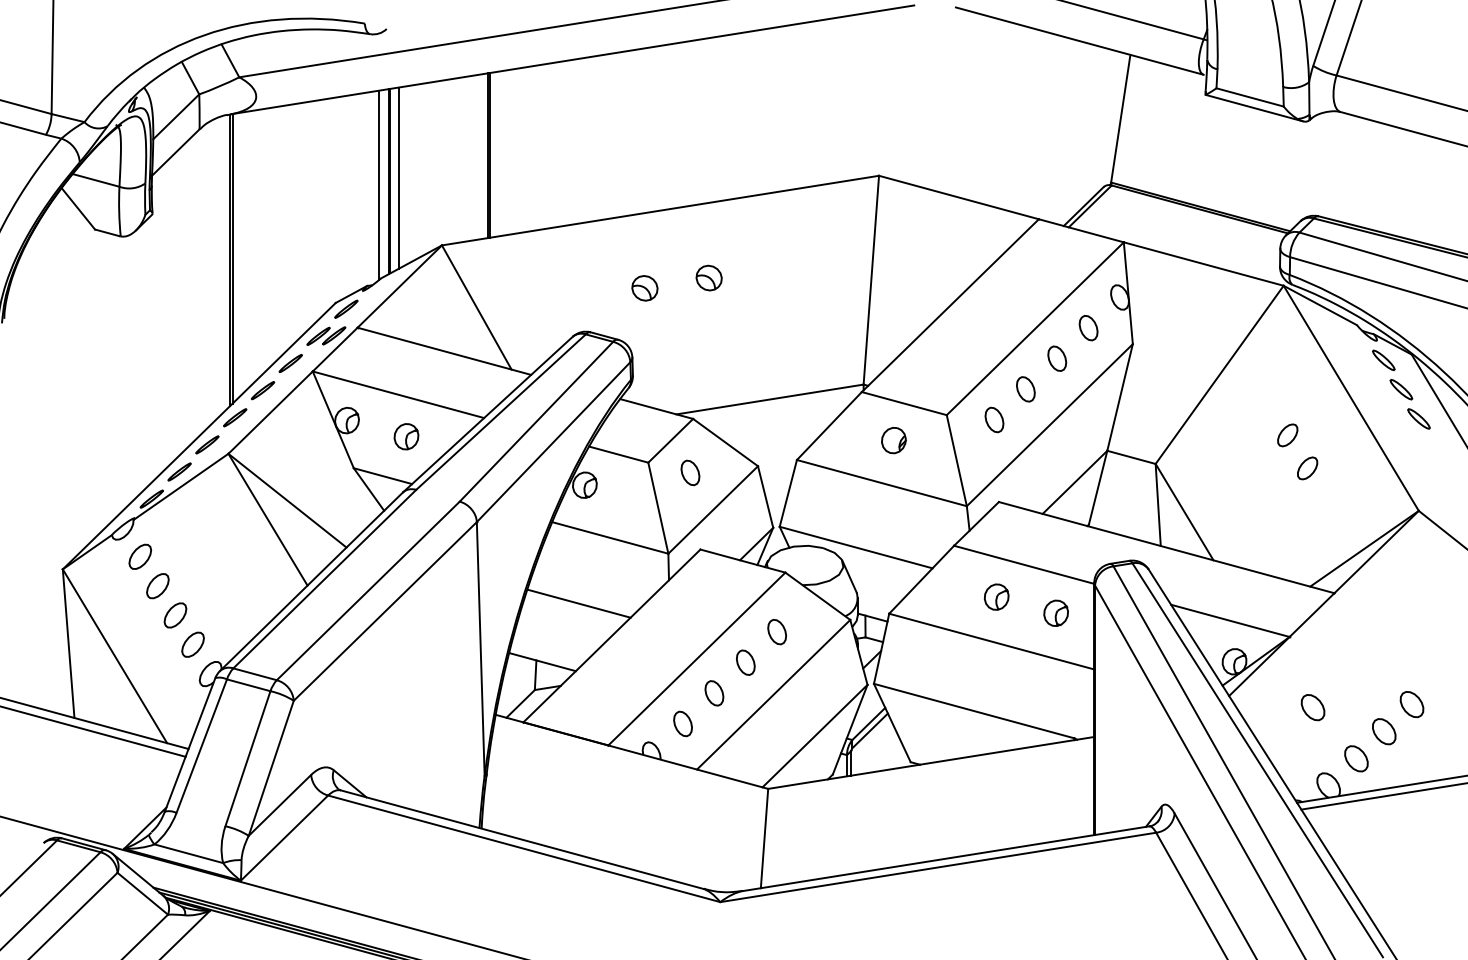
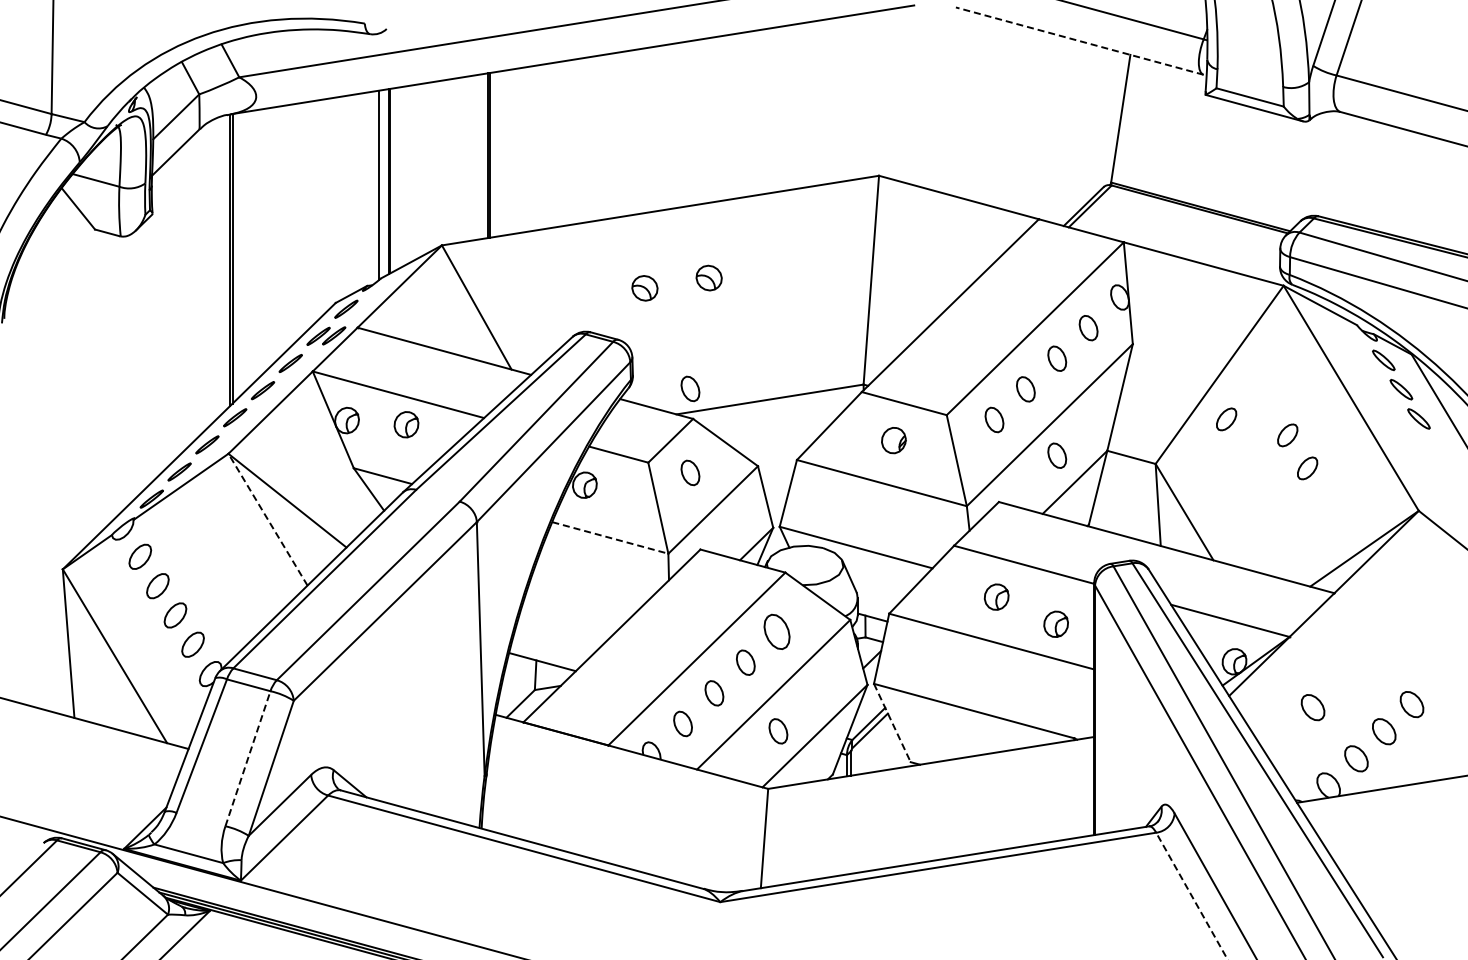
line at (1079, 41): solid -> dashed
line at (398, 177): present -> none
part at (690, 388): none -> present
part at (1226, 419): none -> present
part at (406, 436) position: (406, 436) -> (406, 424)
part at (1057, 455): none -> present
line at (268, 519): solid -> dashed
line at (610, 538): solid -> dashed
line at (578, 603): present -> none
part at (1055, 612) position: (1055, 612) -> (1055, 623)
part at (777, 632) size: 21x27 px -> 28x37 px
line at (892, 723): solid -> dashed
line at (93, 731): present -> none
part at (778, 731): none -> present
line at (248, 758): solid -> dashed
line at (1382, 796): present -> none
line at (1191, 896): solid -> dashed
